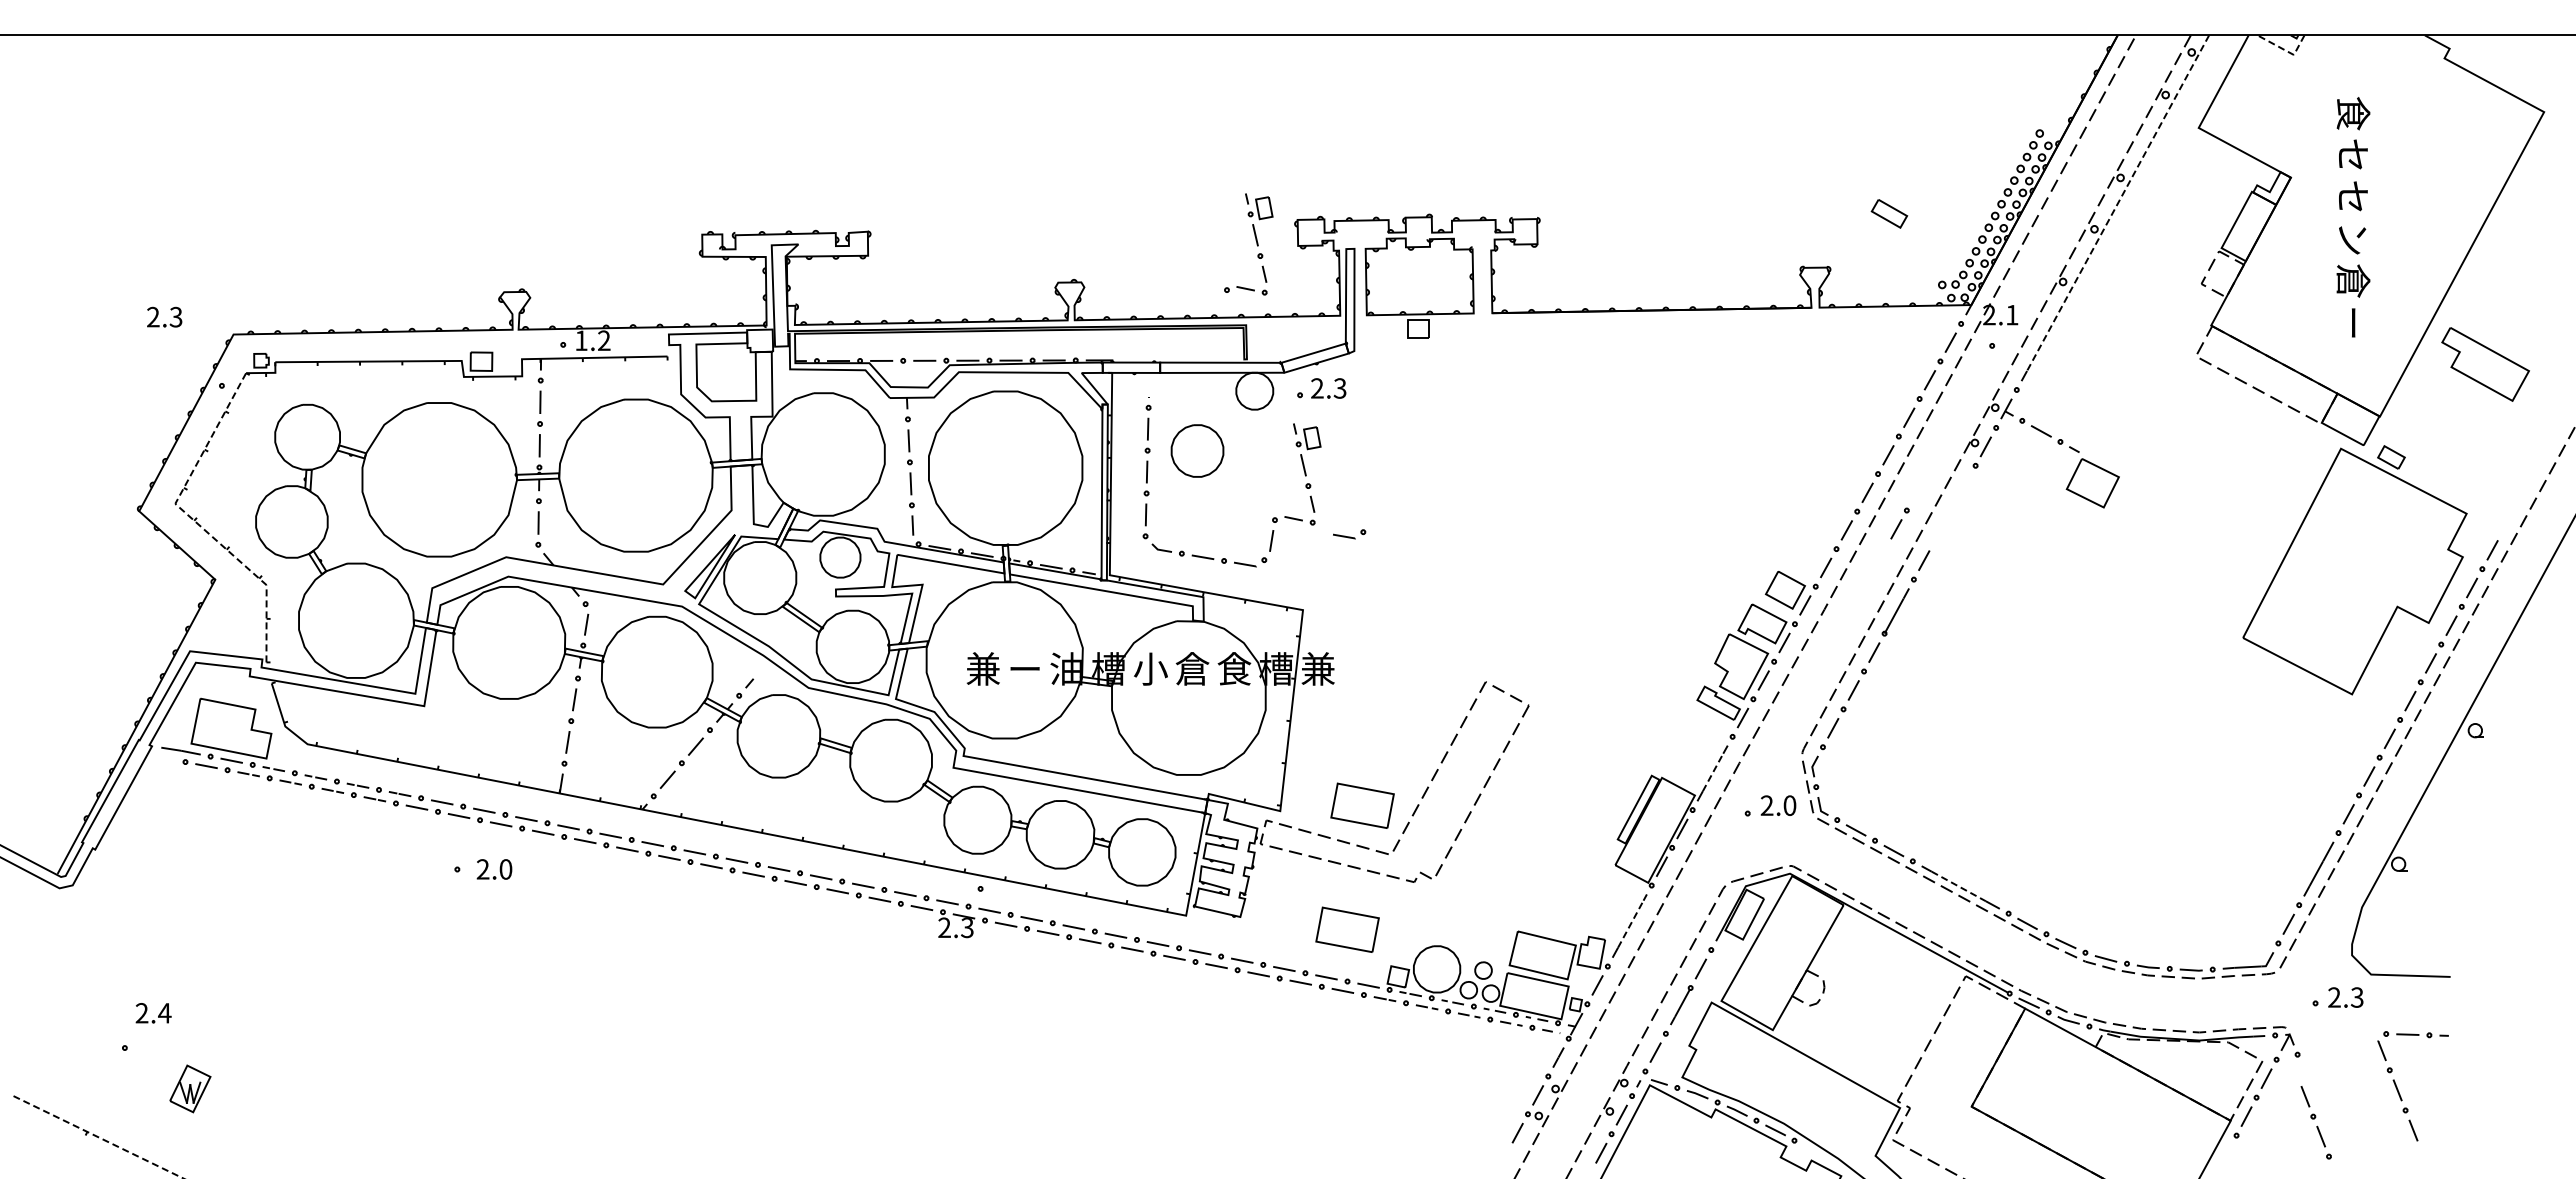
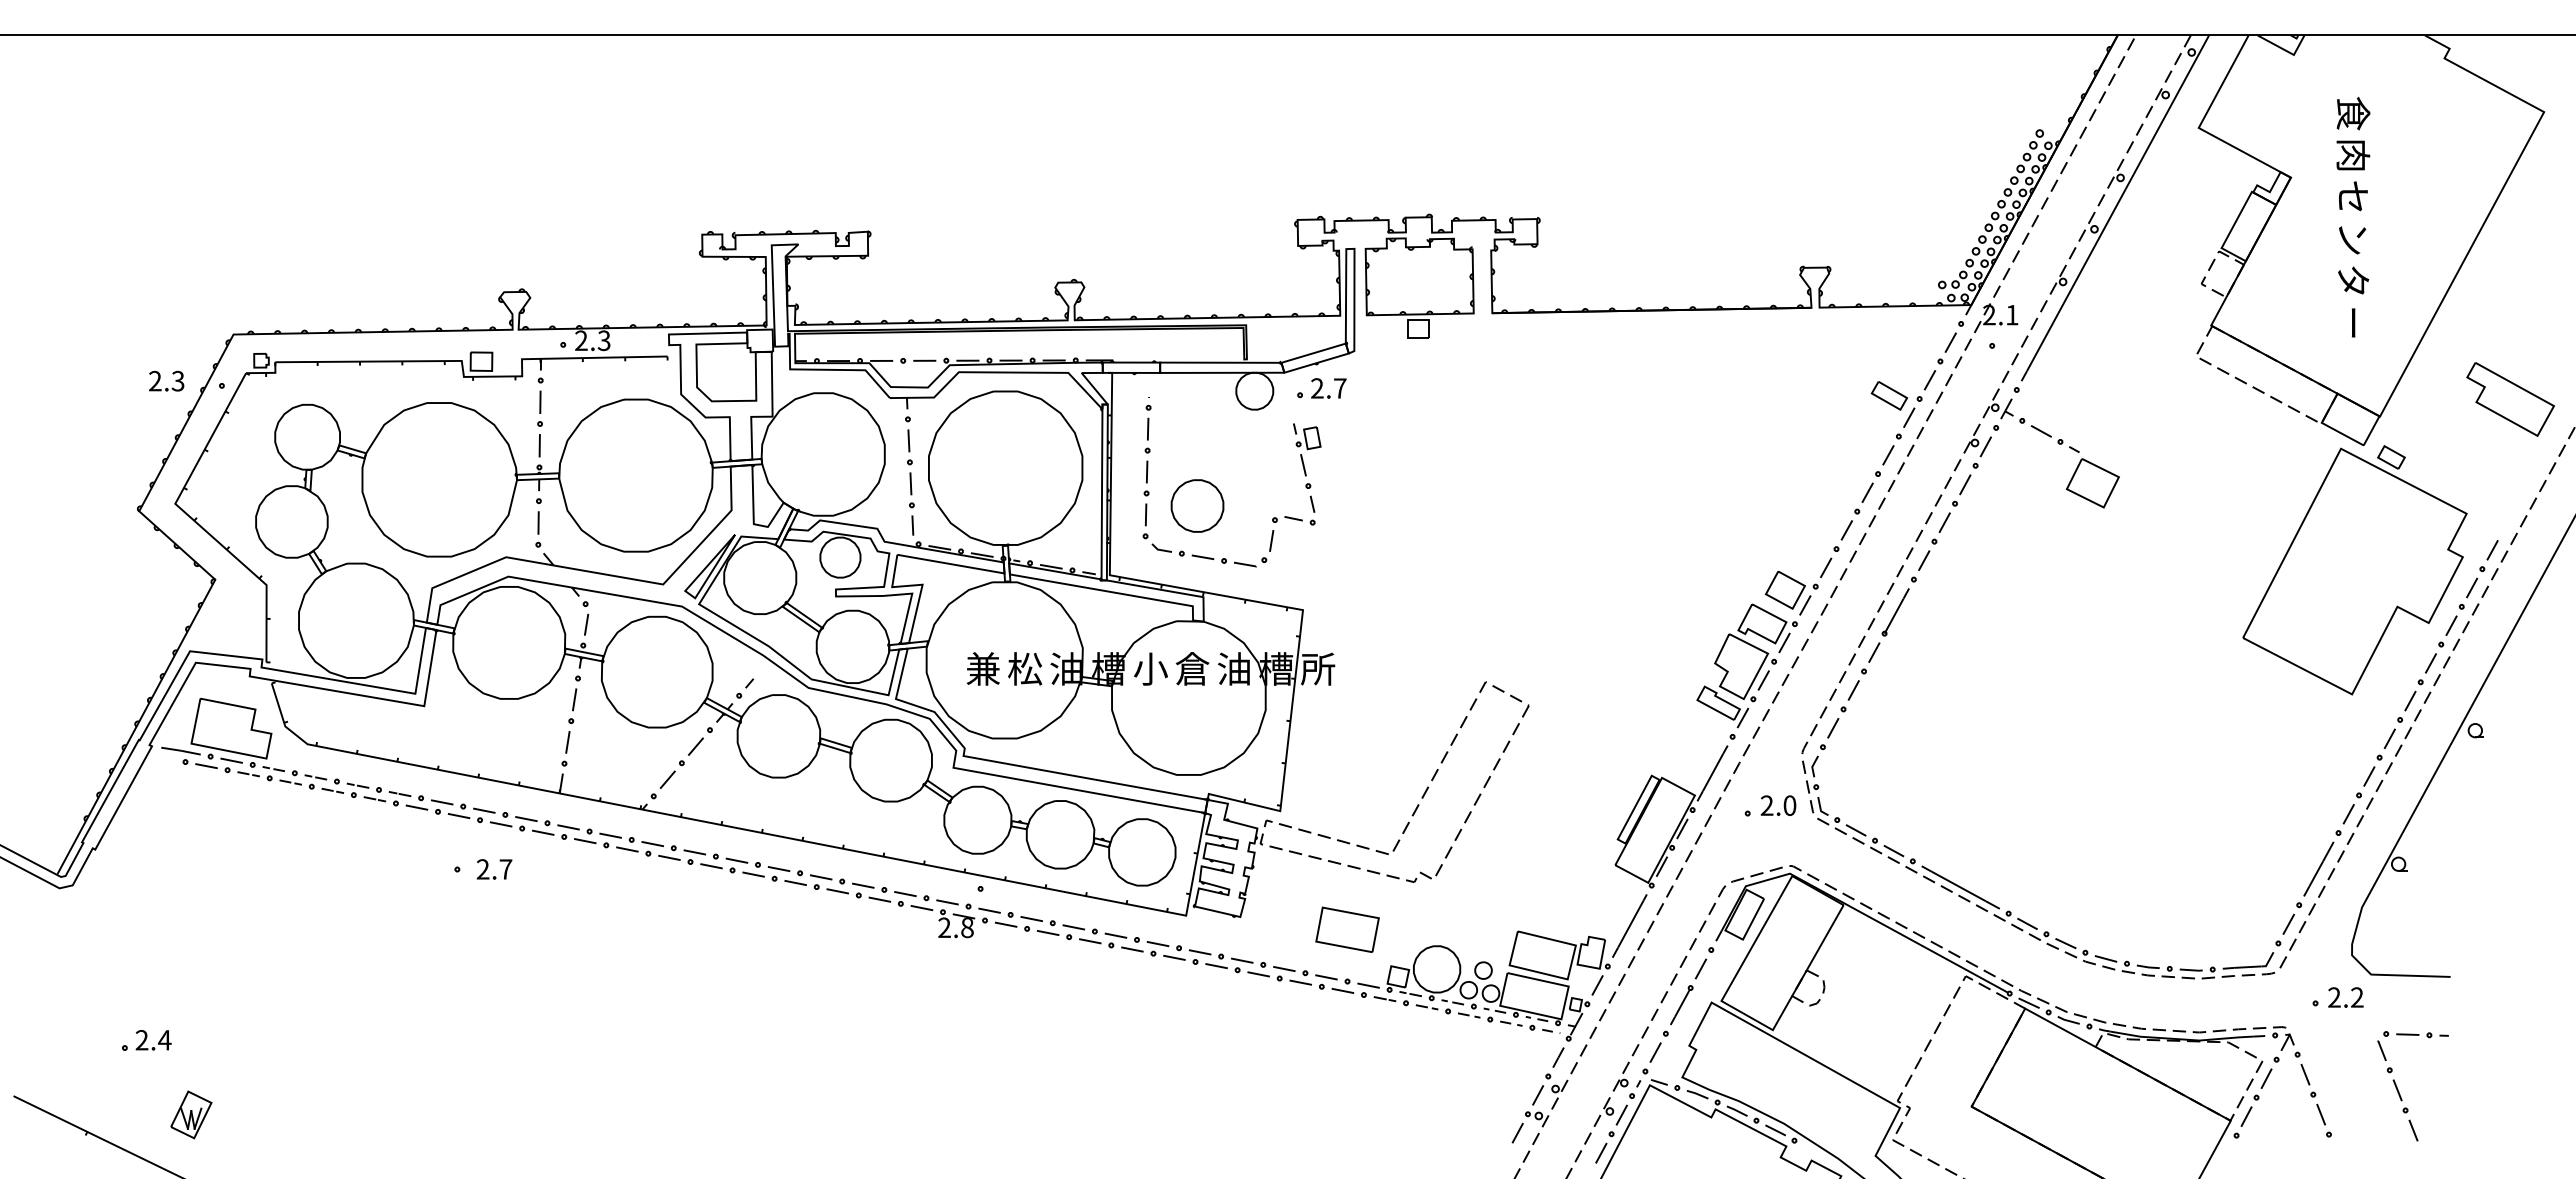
line at (2286, 50): dashed -> solid
text at (2353, 154): セ -> 肉
line at (2118, 203): dashed -> solid
part at (1889, 213) position: (1889, 213) -> (1889, 395)
part at (1256, 244): present -> none
text at (2353, 280): 倉 -> タ
text at (164, 316) position: (164, 316) -> (166, 380)
text at (592, 340): 1.2 -> 2.3
part at (2485, 364) position: (2485, 364) -> (2510, 399)
text at (1339, 388): 2.3 -> 2.7
part at (1197, 450) position: (1197, 450) -> (1197, 505)
part at (1951, 509): none -> present
line at (194, 521): dashed -> solid
part at (1899, 523): present -> none
part at (1349, 534): present -> none
text at (1025, 668): ー -> 松
text at (1234, 668): 食 -> 油
text at (1318, 668): 兼 -> 所
line at (1713, 772): dashed -> solid
part at (1362, 805): present -> none
text at (505, 869): 2.0 -> 2.7
line at (1958, 886): dashed -> solid
line at (1630, 924): dashed -> solid
text at (967, 927): 2.3 -> 2.8
text at (2356, 997): 2.3 -> 2.2
text at (153, 1013) position: (153, 1013) -> (153, 1040)
part at (190, 1088) position: (190, 1088) -> (191, 1114)
part at (2315, 1122) position: (2315, 1122) -> (2315, 1100)
line at (99, 1137): dashed -> solid
